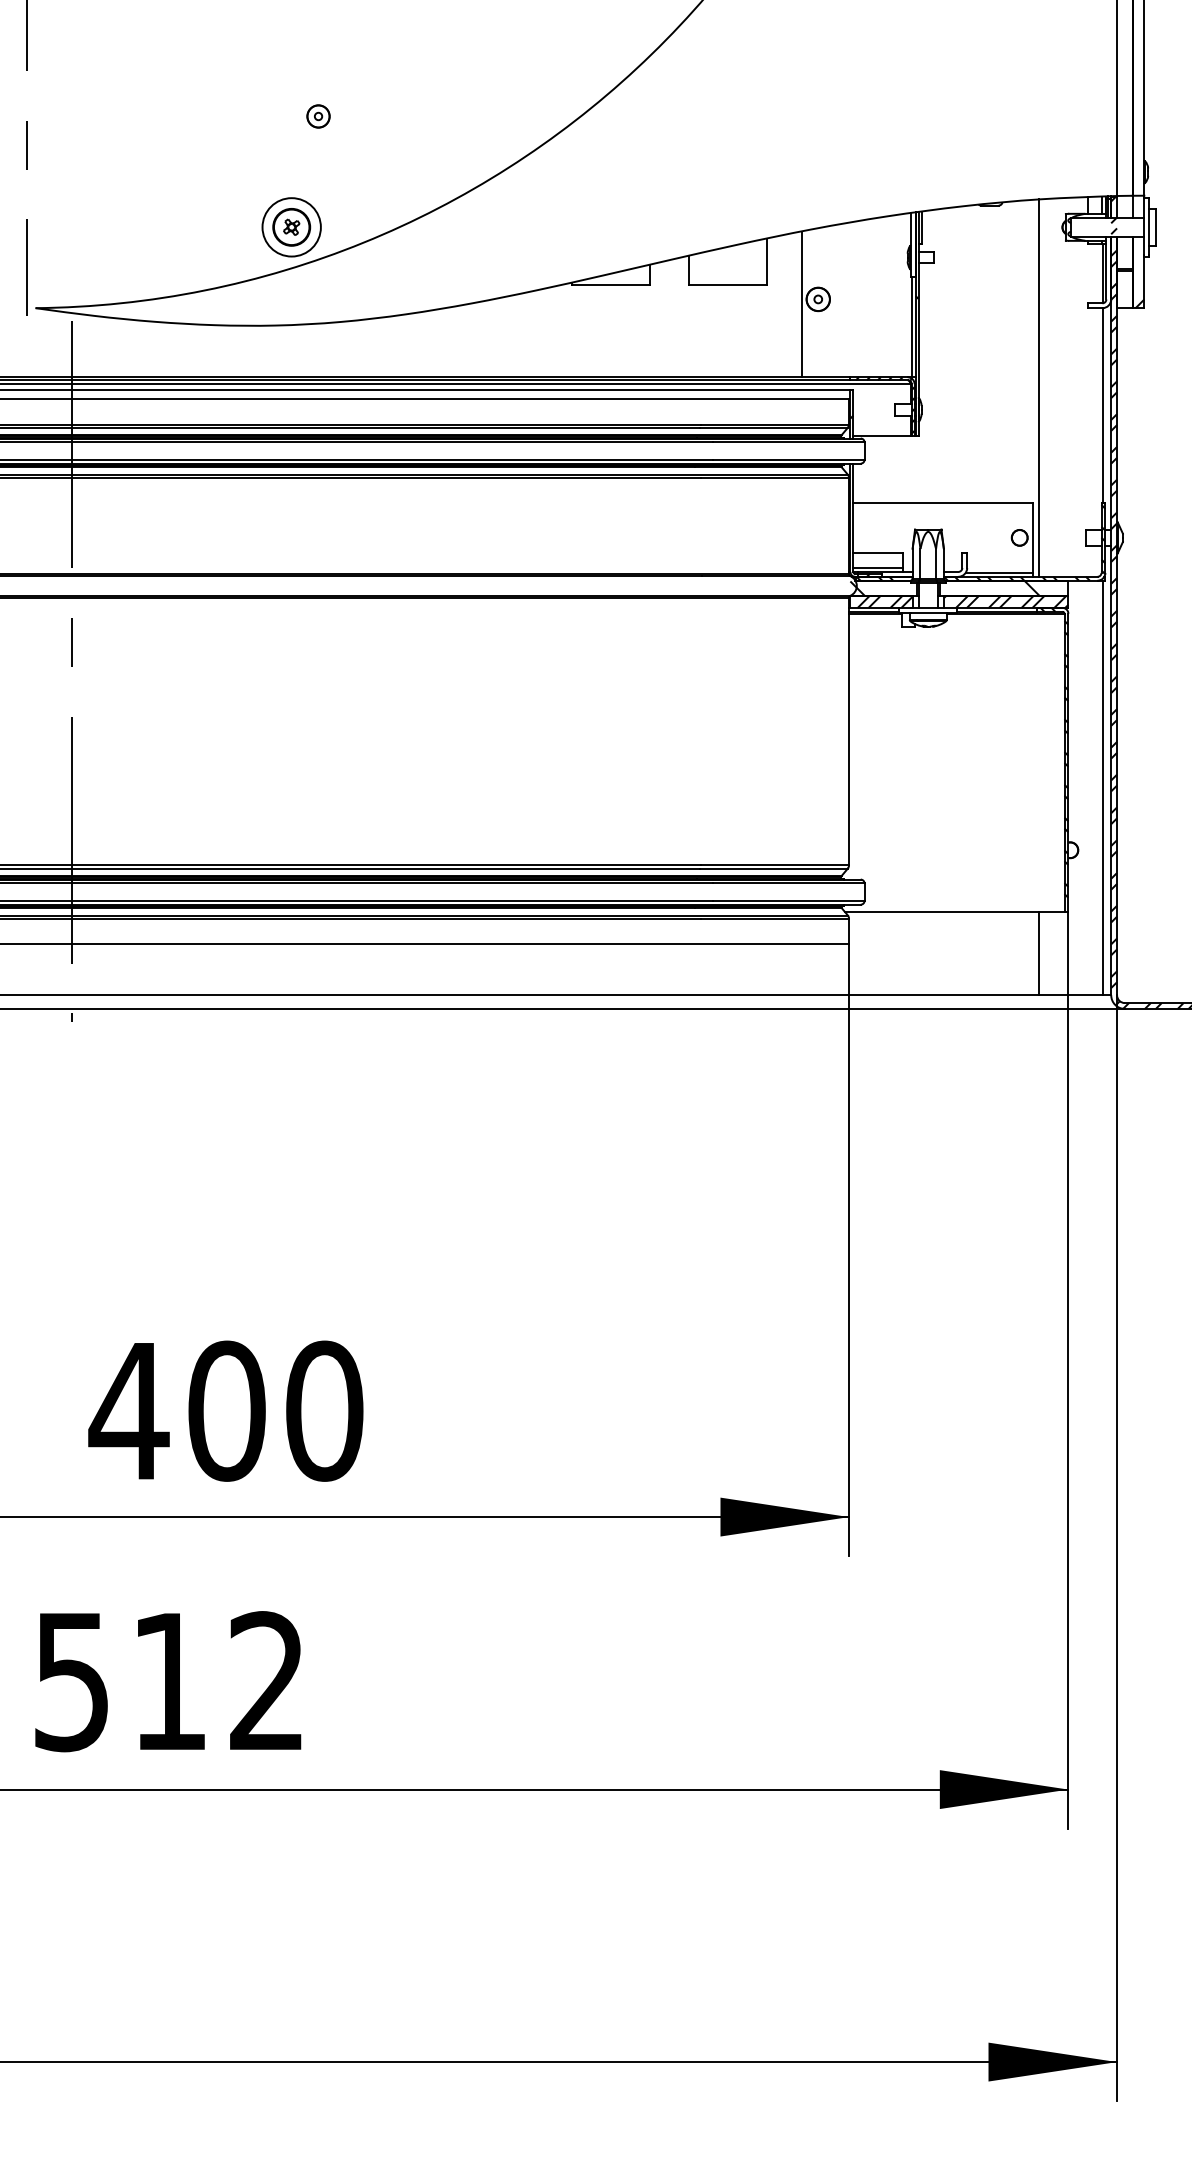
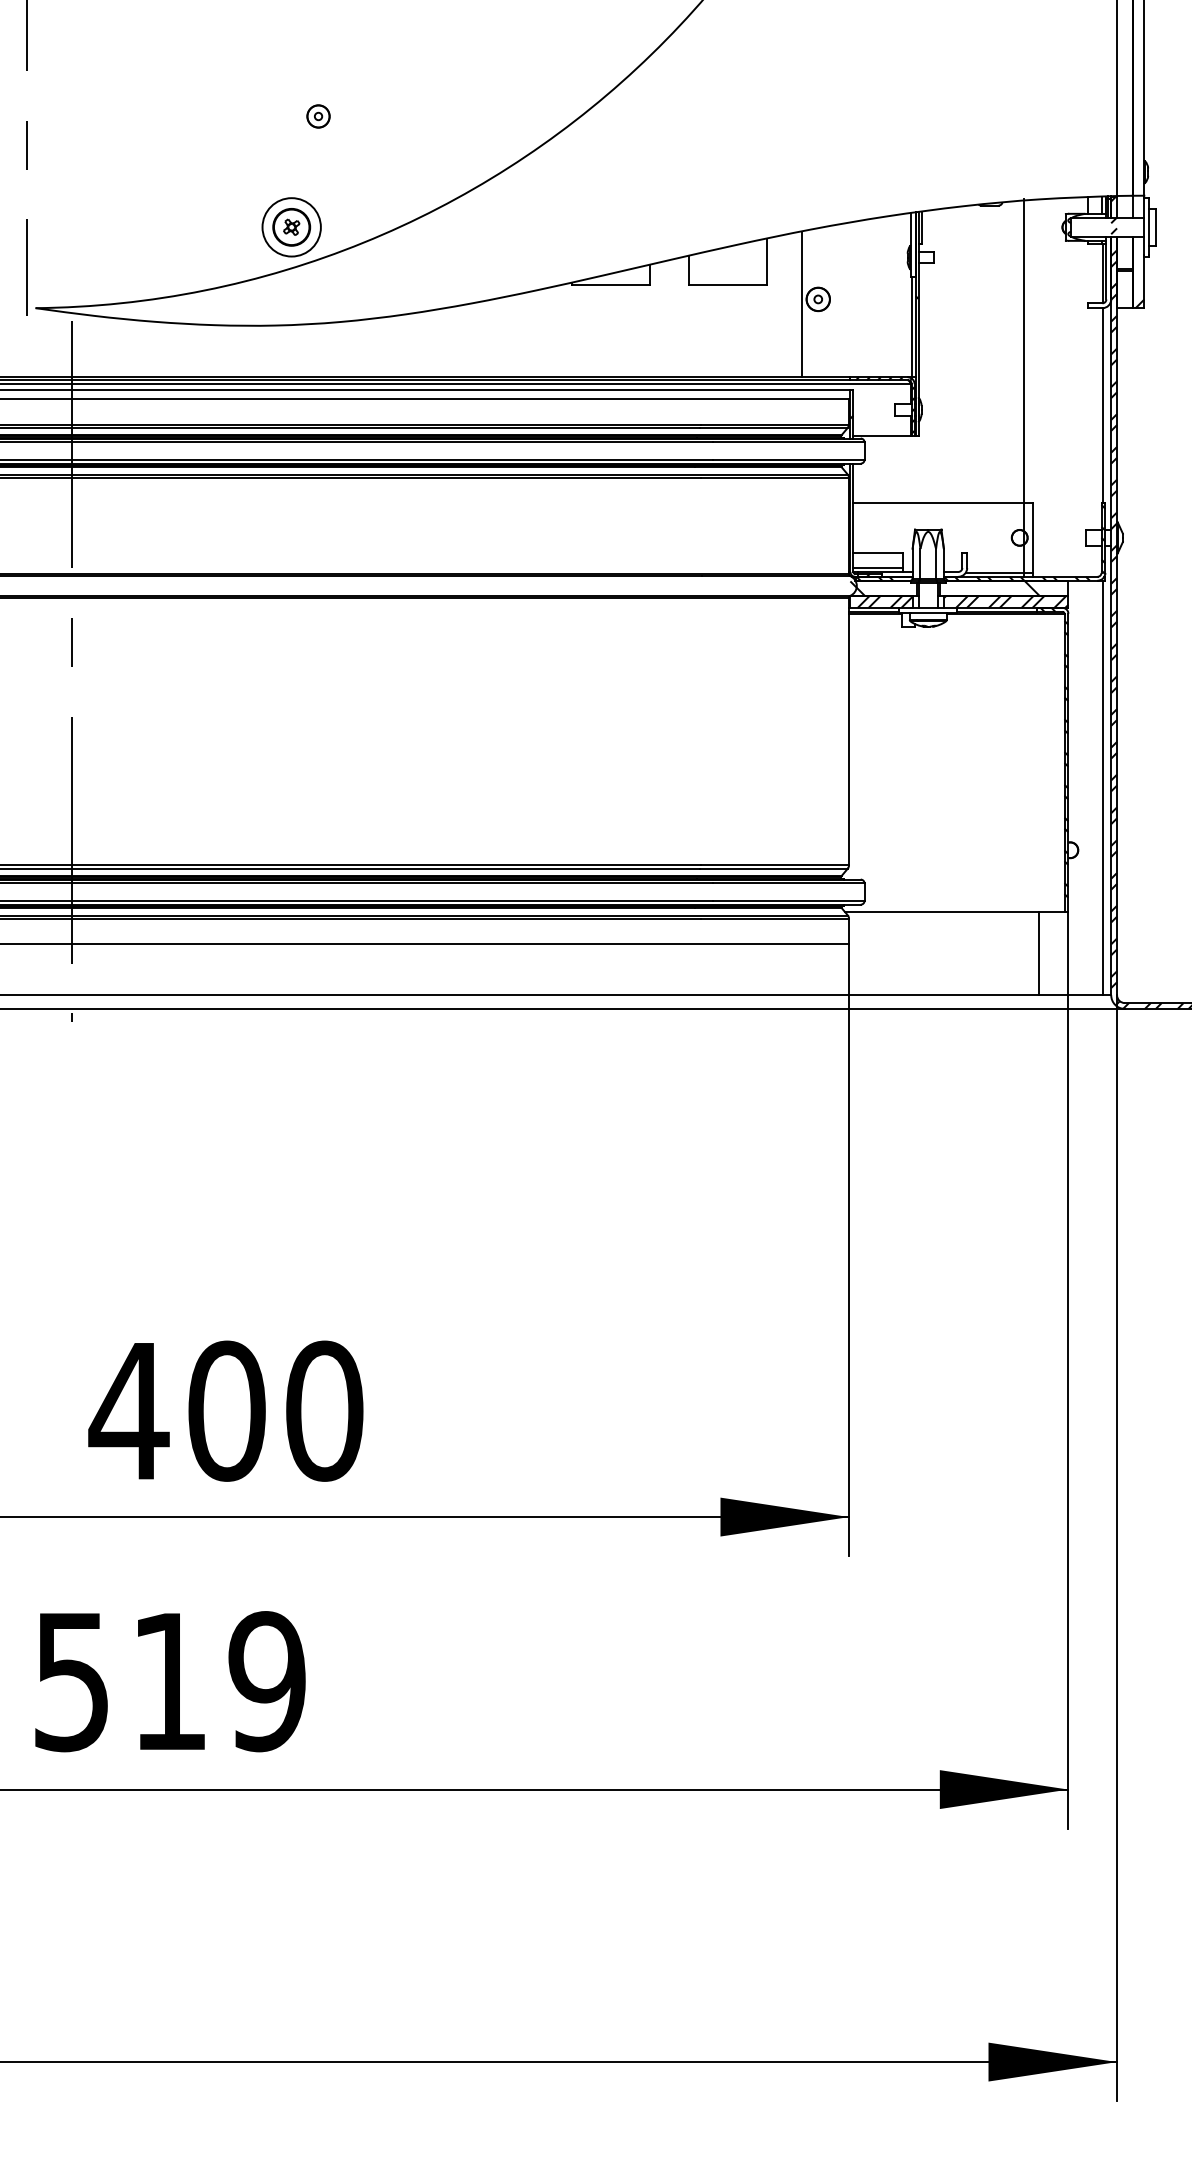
line at (1039, 387) position: (1039, 387) -> (1024, 387)
text at (266, 1681): 512 -> 519
